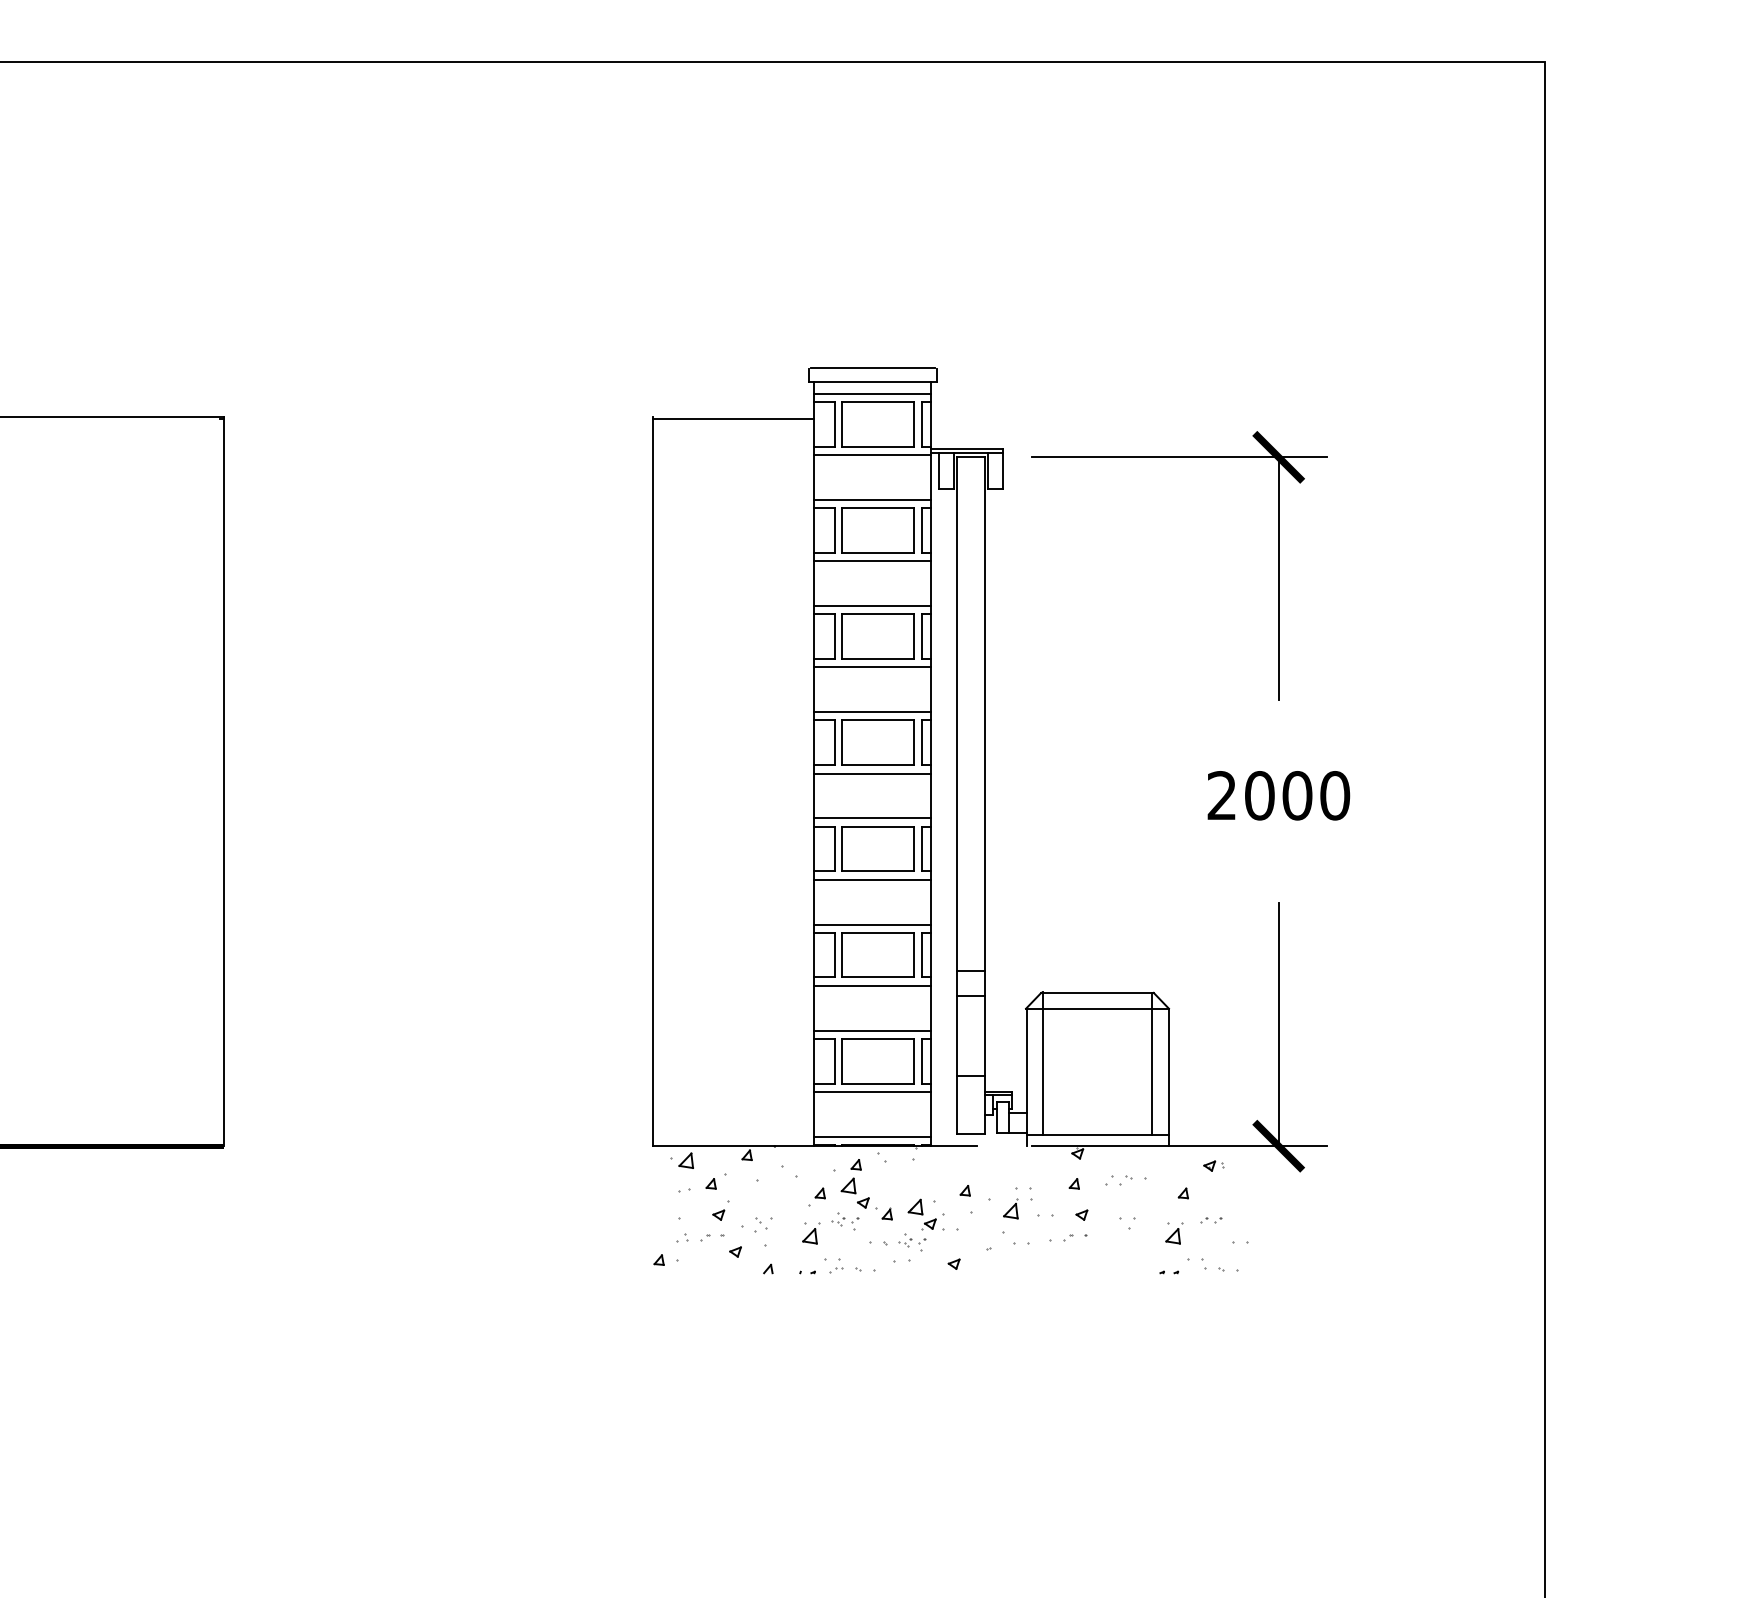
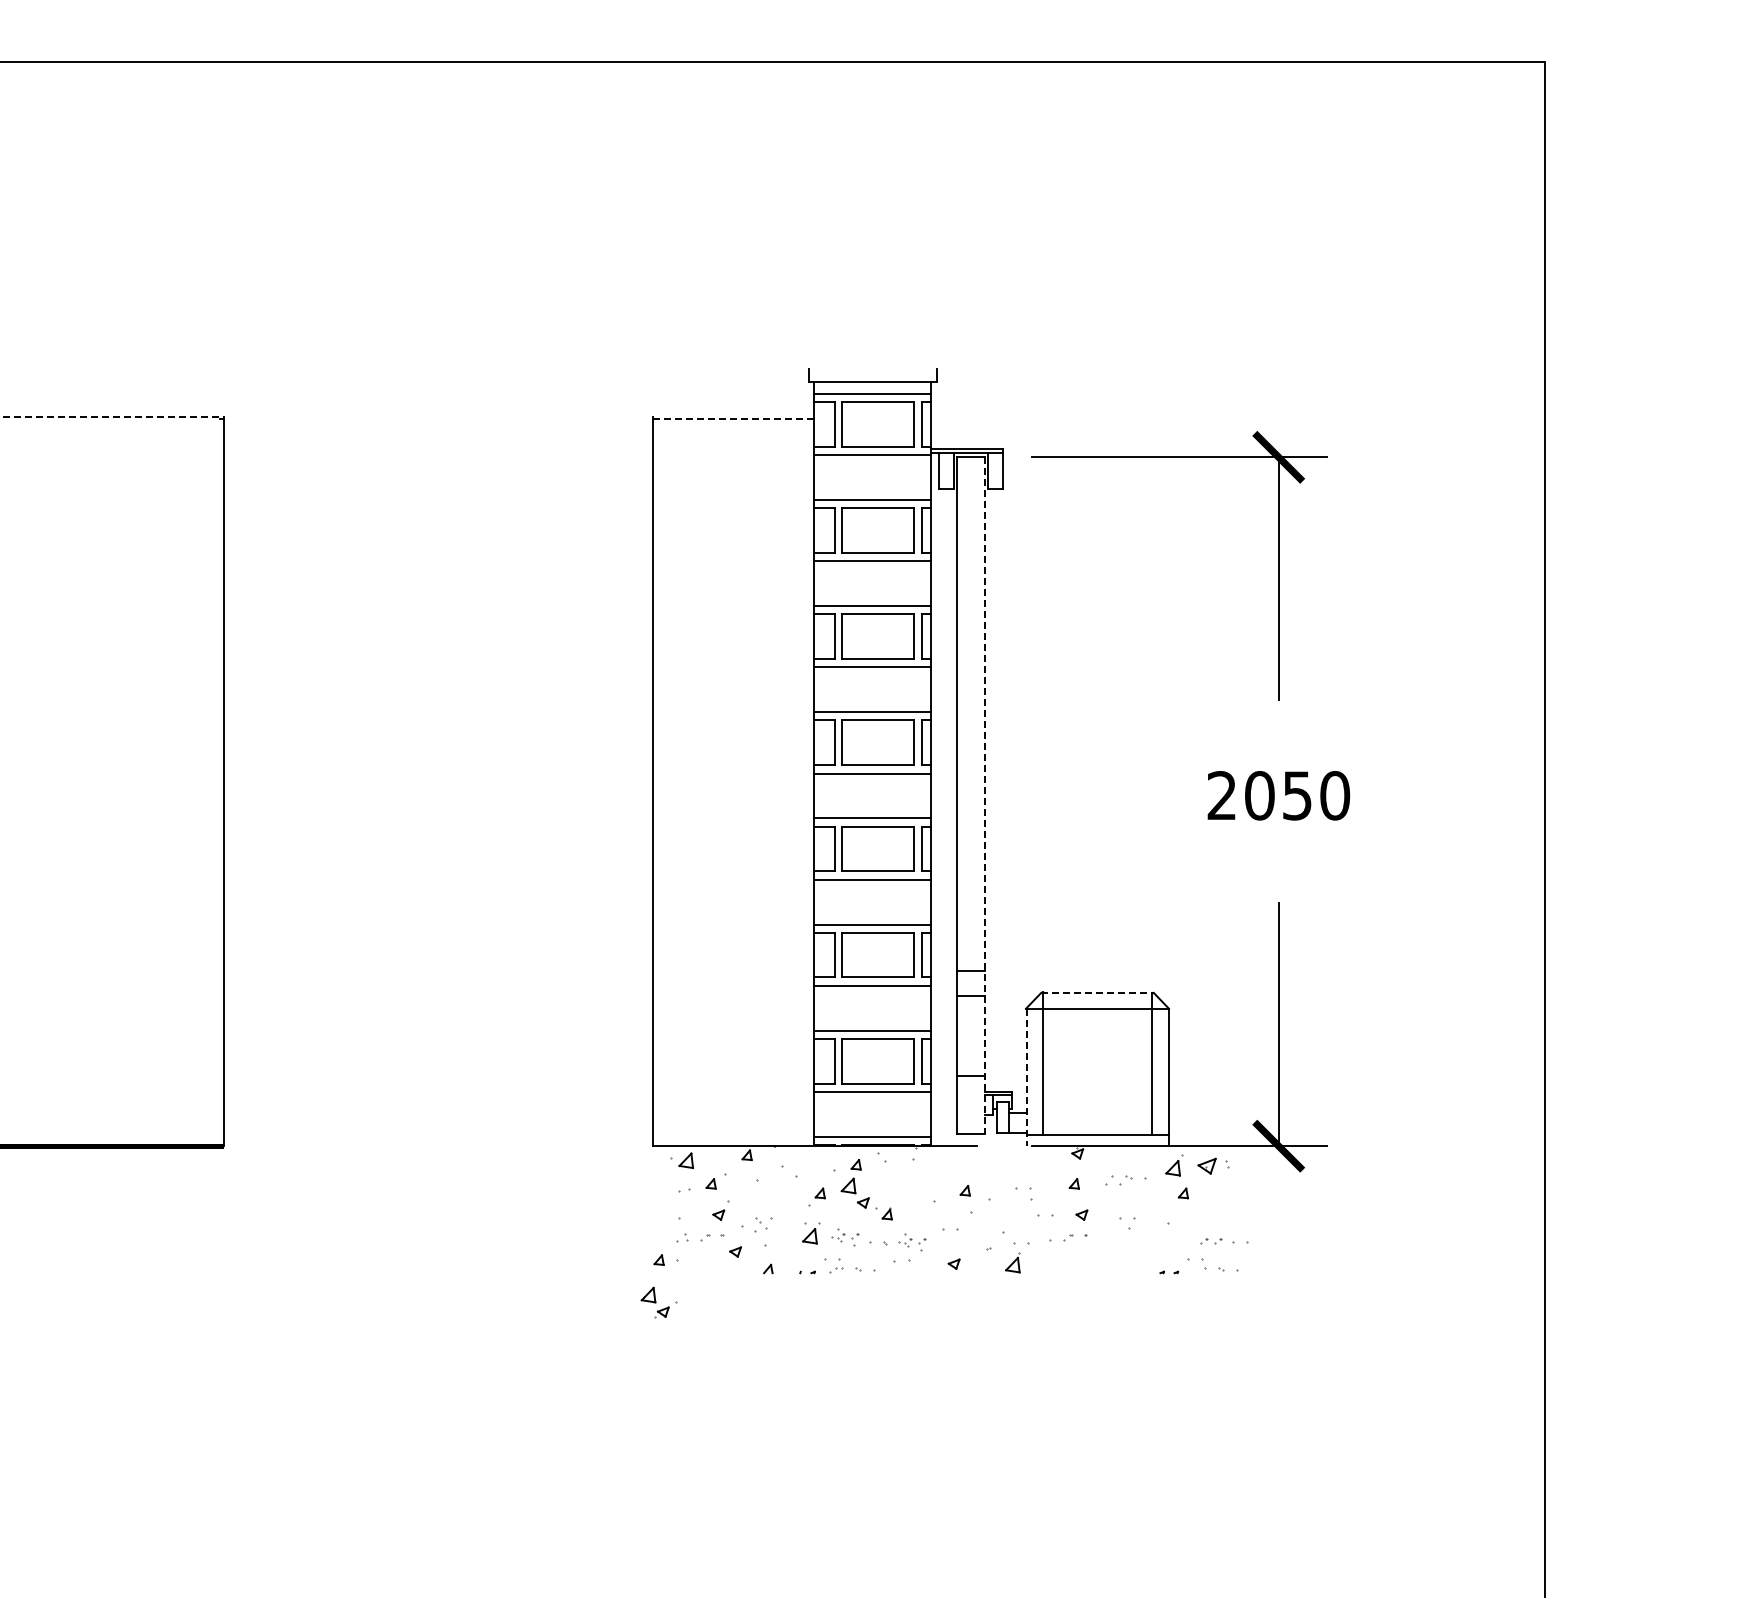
line at (872, 367): present -> none
line at (112, 417): solid -> dashed
line at (733, 418): solid -> dashed
line at (985, 795): solid -> dashed
text at (1297, 795): 2000 -> 2050
line at (1098, 992): solid -> dashed
line at (1027, 1077): solid -> dashed
part at (1213, 1165) size: 22x12 px -> 33x18 px
part at (1010, 1208) position: (1010, 1208) -> (1012, 1262)
part at (925, 1214) position: (925, 1214) -> (658, 1302)
part at (1211, 1220) position: (1211, 1220) -> (1211, 1241)
part at (845, 1221) position: (845, 1221) -> (845, 1237)
part at (1174, 1233) position: (1174, 1233) -> (1174, 1165)
